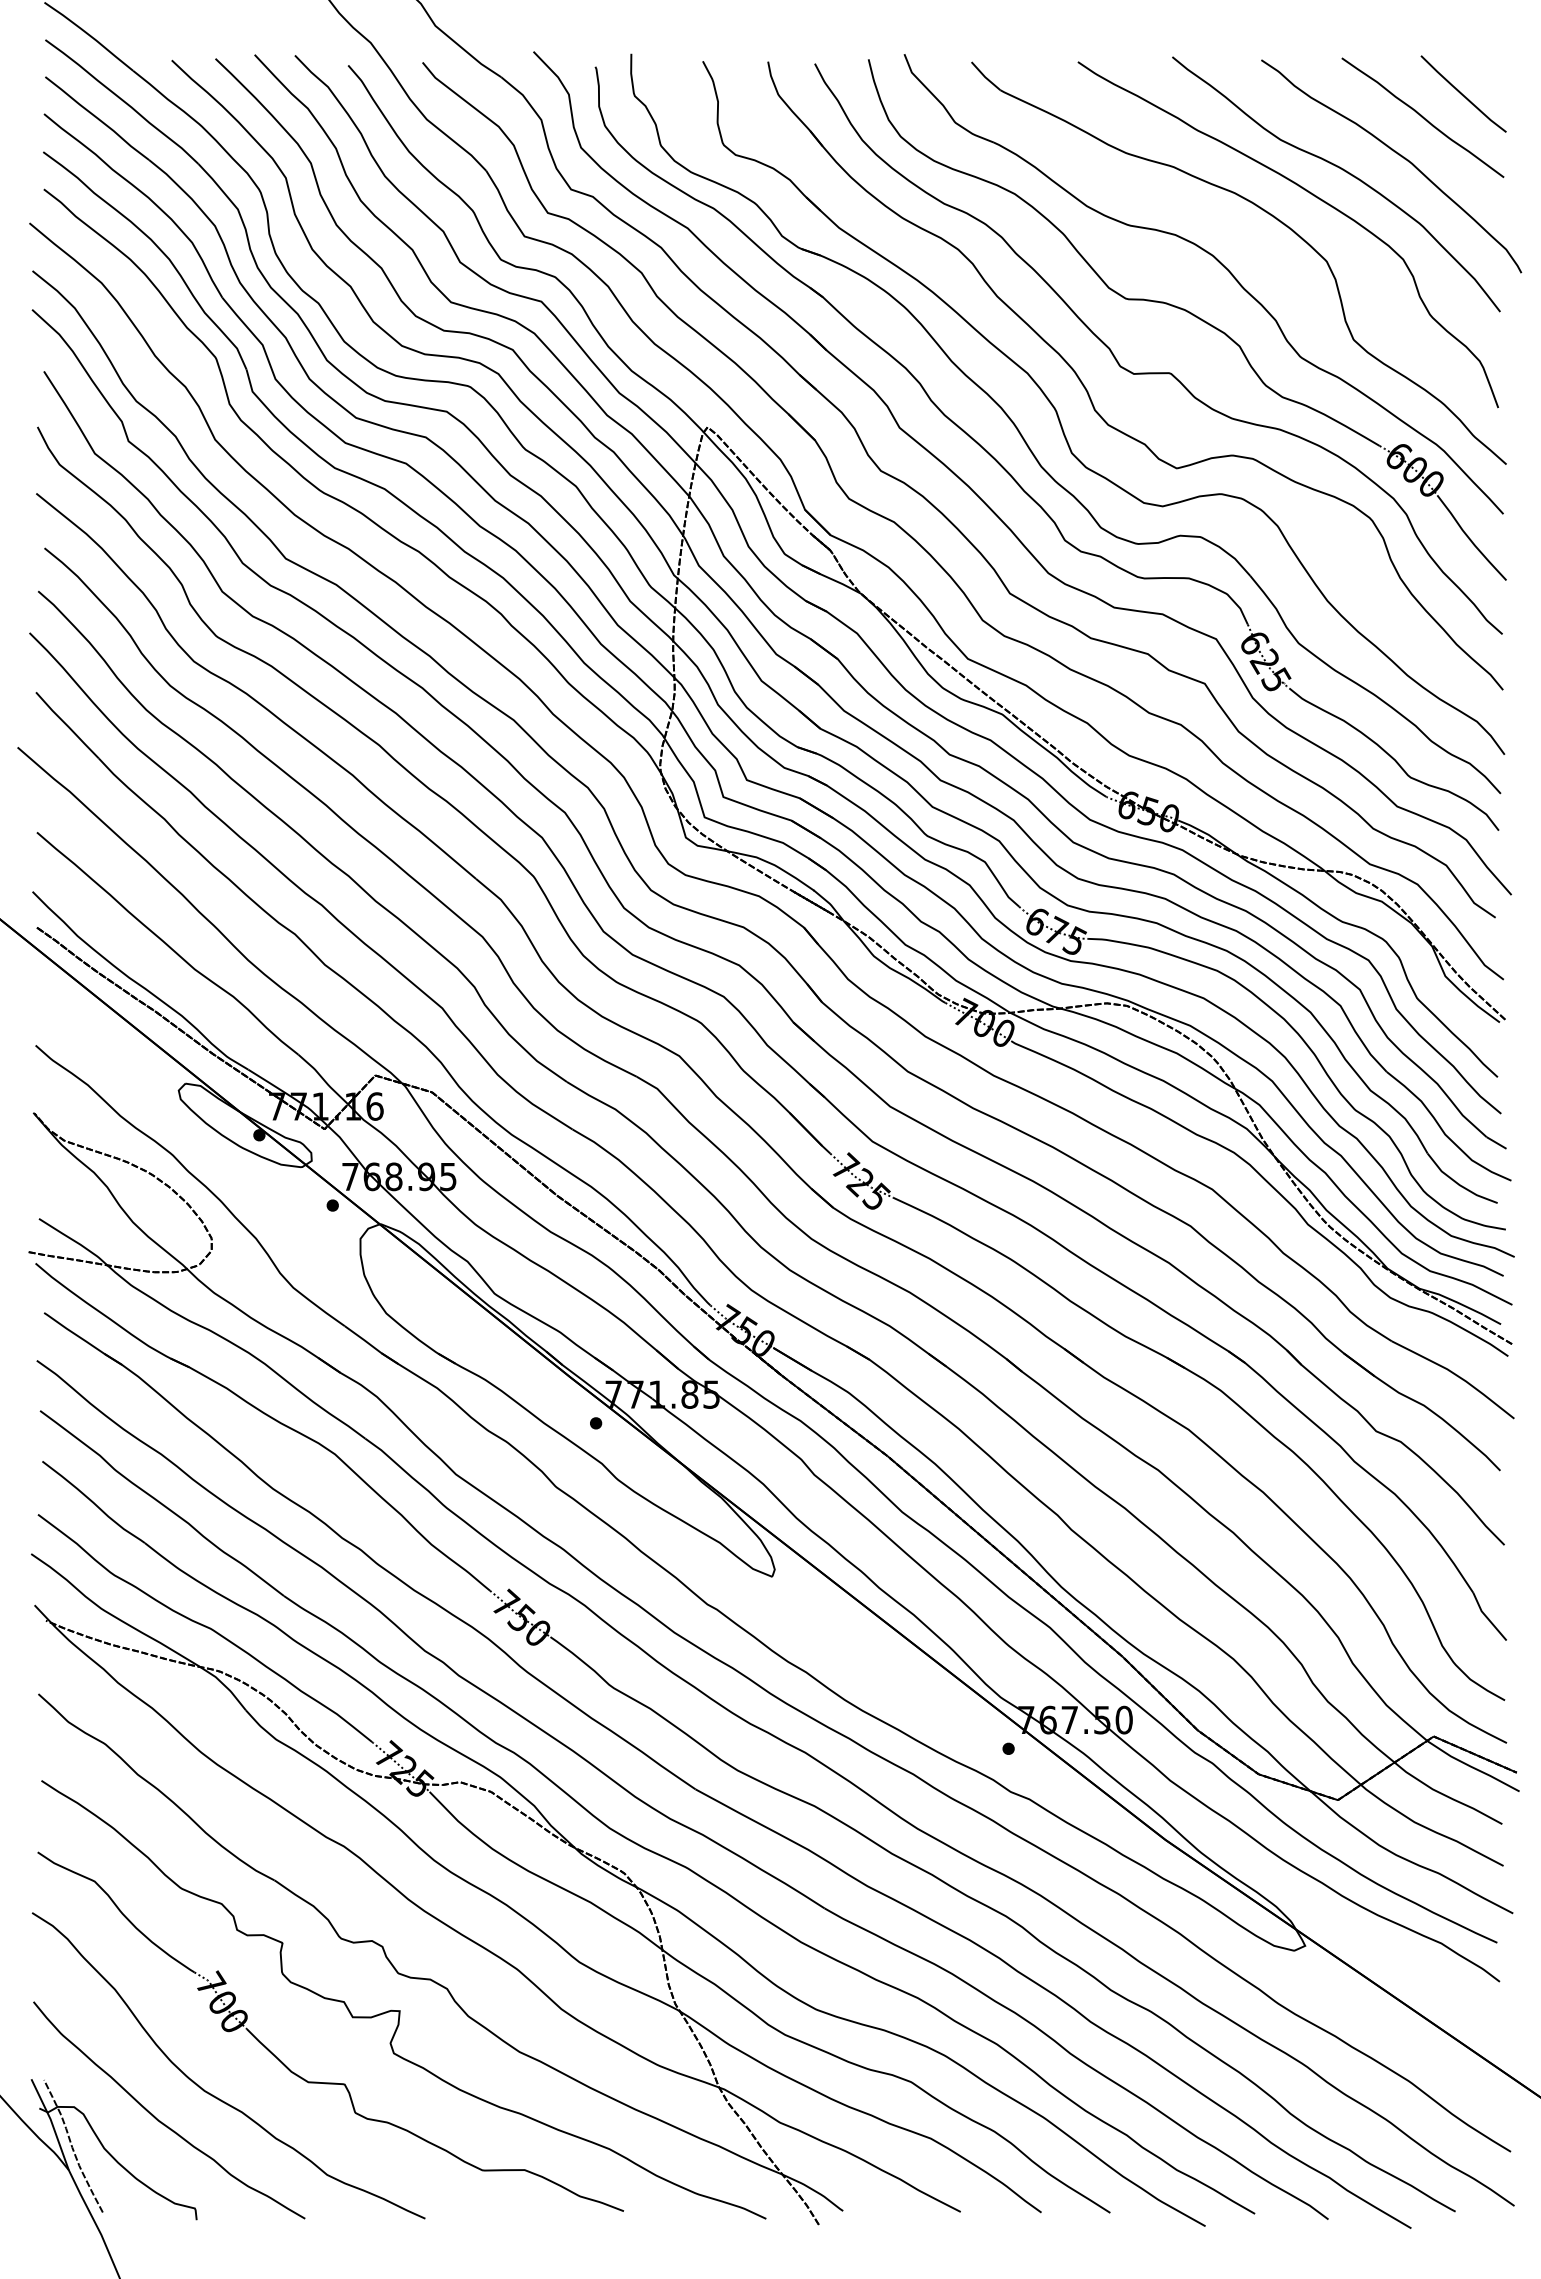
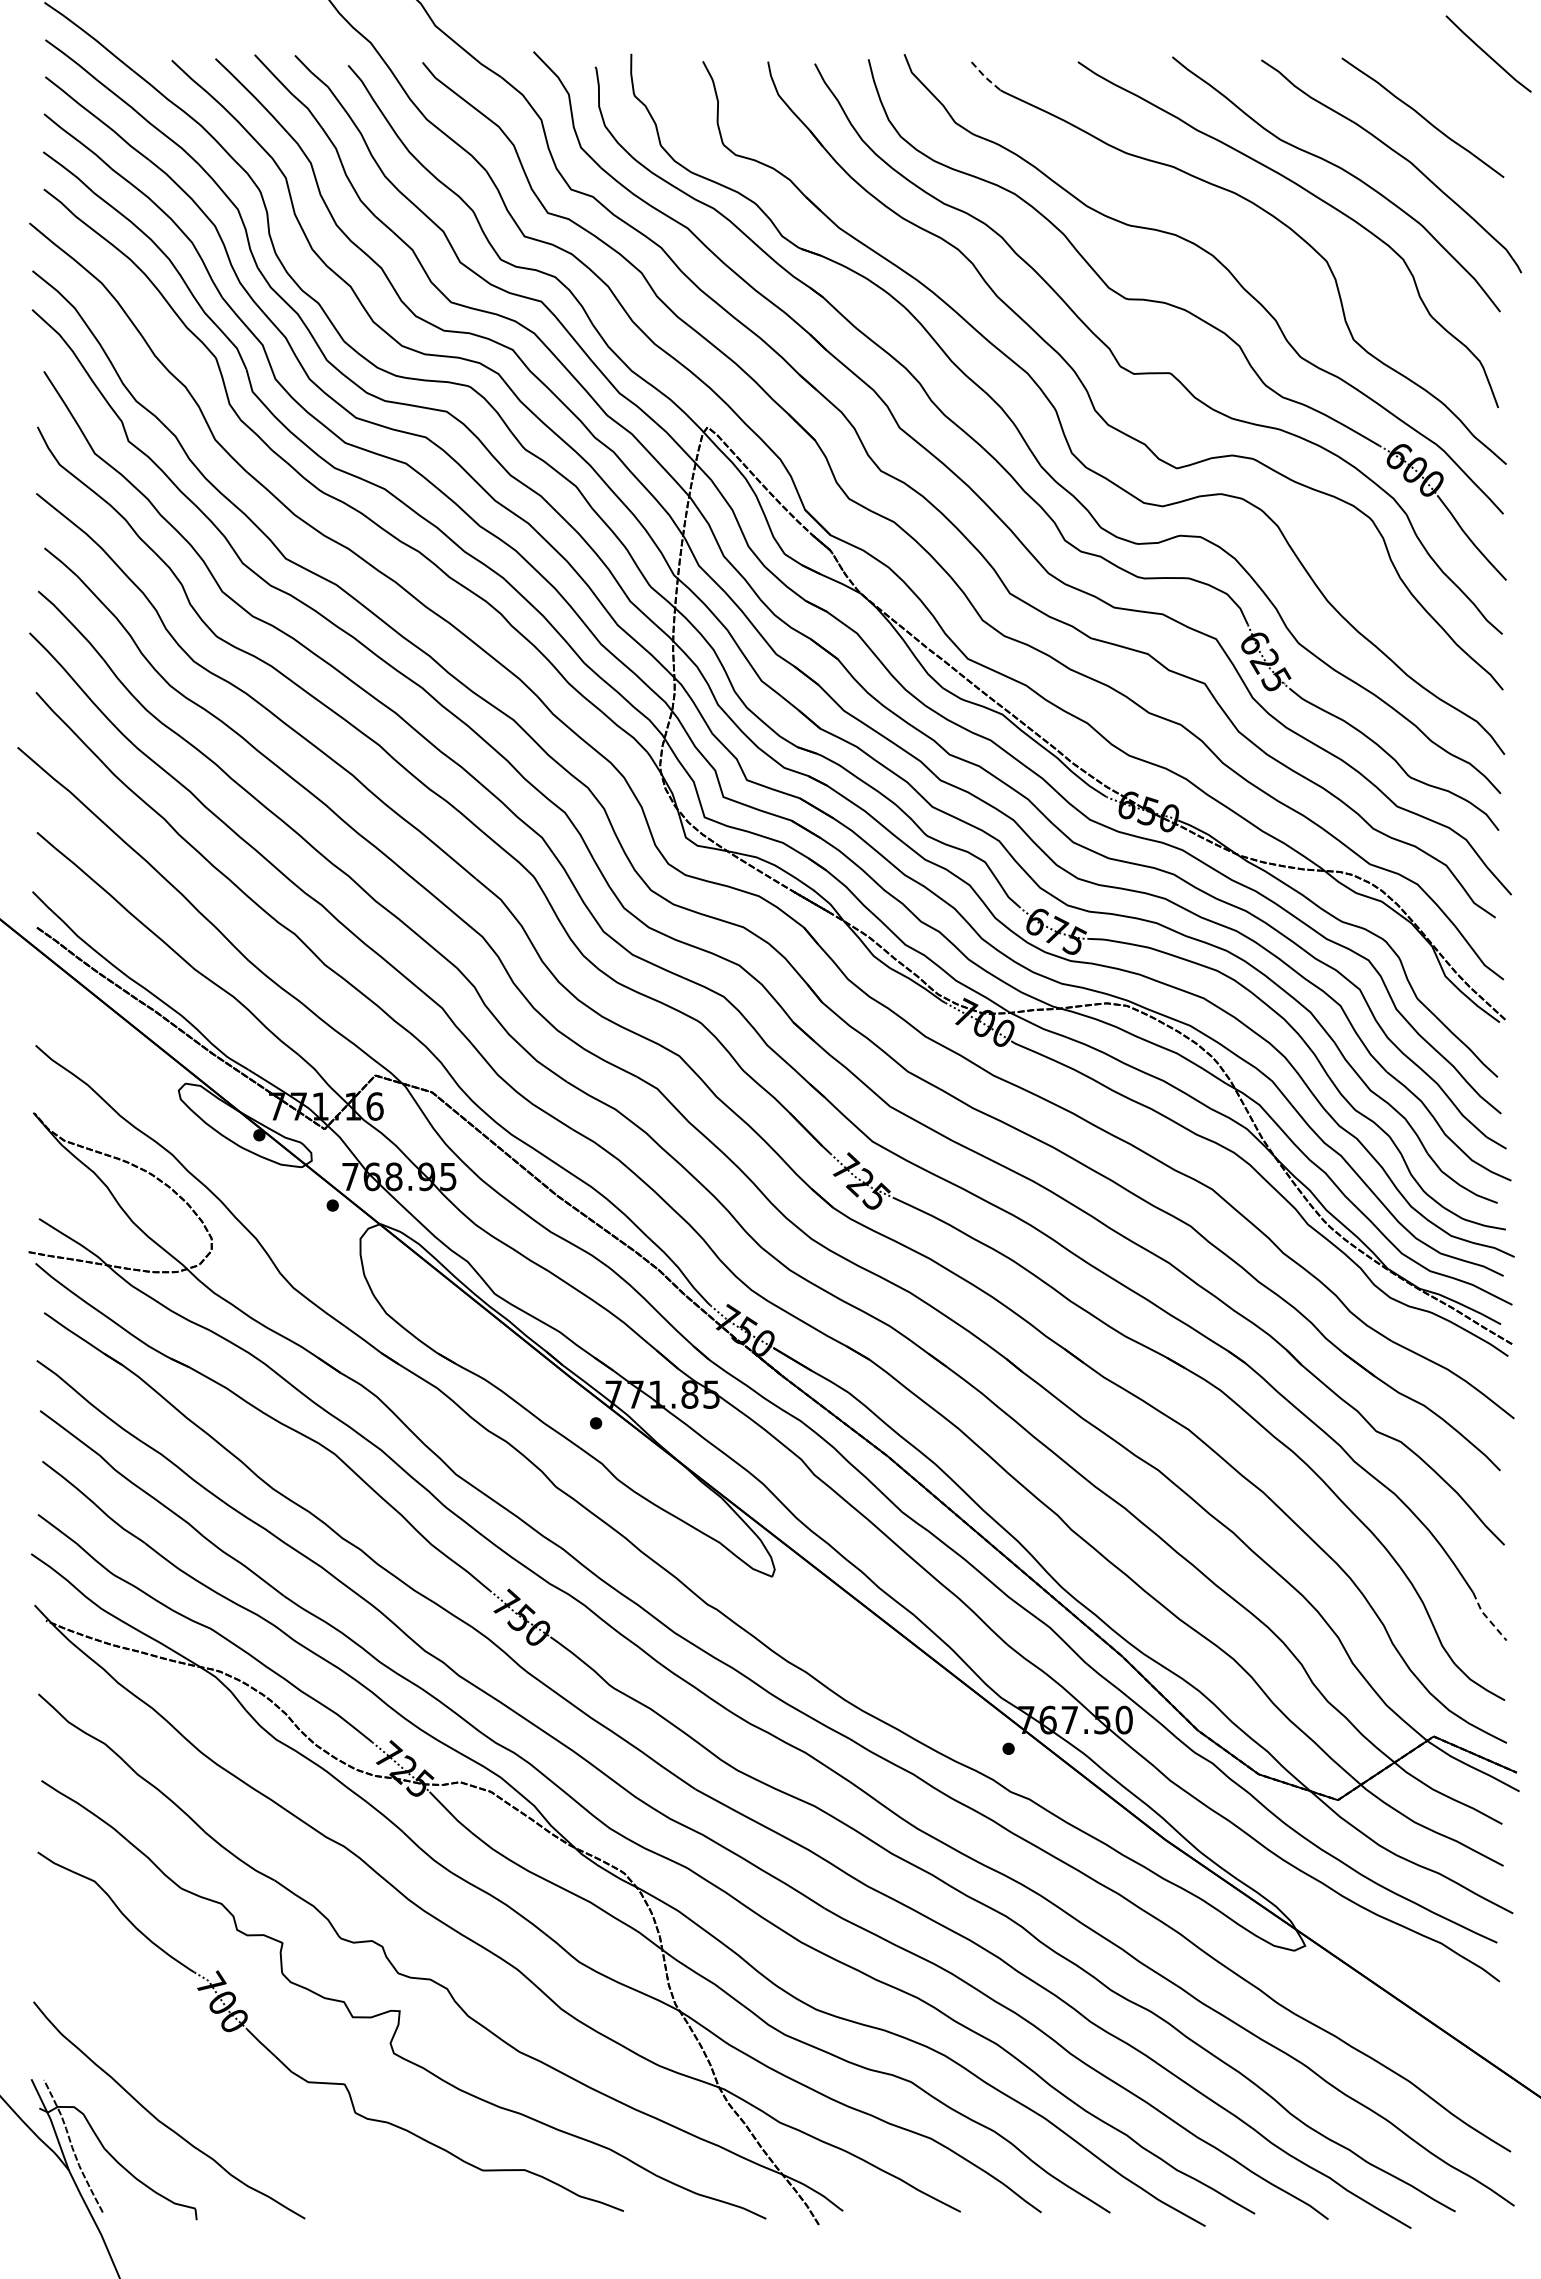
line at (985, 77): solid -> dashed
line at (1462, 93) position: (1462, 93) -> (1487, 53)
line at (1487, 1618): solid -> dashed
curve at (211, 2093): present -> none
